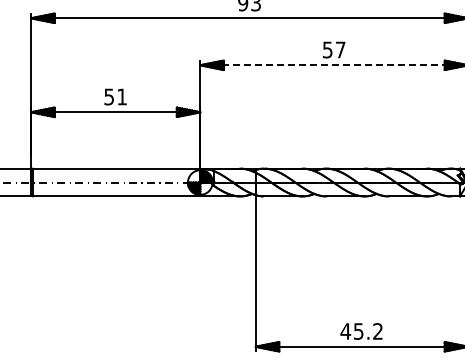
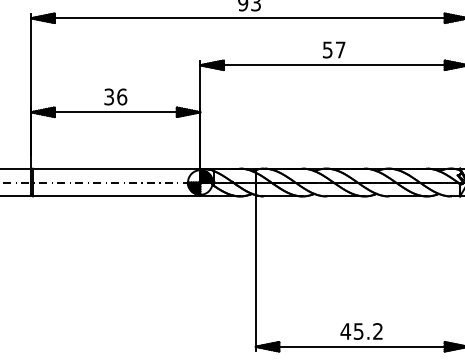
line at (332, 65): dashed -> solid
text at (115, 96): 51 -> 36
